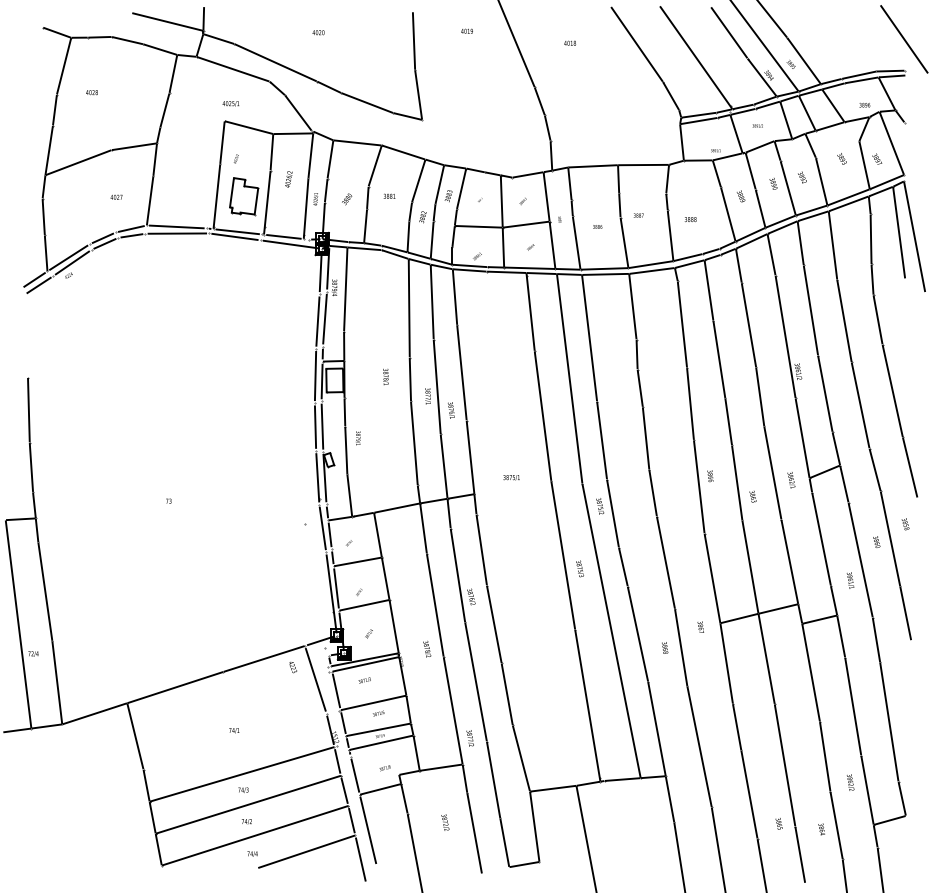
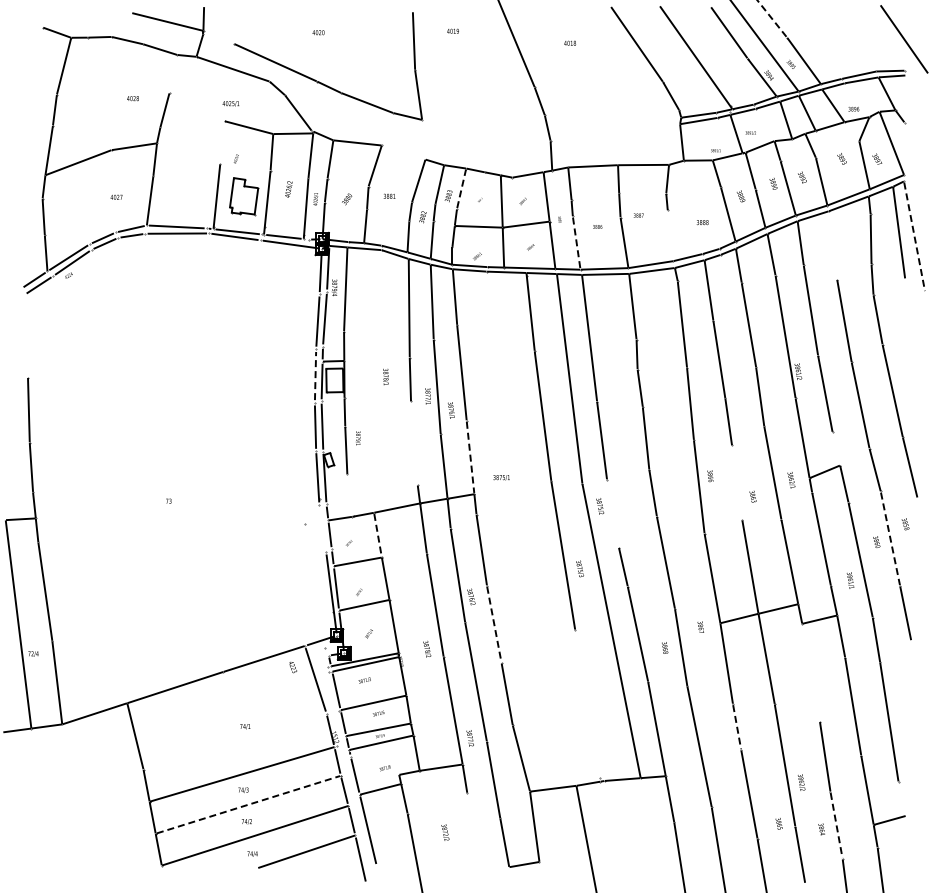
line at (771, 18): solid -> dashed
text at (466, 30) position: (466, 30) -> (452, 30)
line at (218, 38): present -> none
line at (173, 73): present -> none
text at (91, 92) position: (91, 92) -> (132, 98)
text at (864, 105) position: (864, 105) -> (853, 109)
text at (757, 125) position: (757, 125) -> (750, 132)
line at (222, 142): present -> none
line at (403, 152): present -> none
text at (288, 179) position: (288, 179) -> (288, 189)
line at (461, 188): solid -> dashed
text at (690, 219) position: (690, 219) -> (702, 222)
line at (670, 235): present -> none
line at (914, 237): solid -> dashed
line at (576, 243): solid -> dashed
line at (832, 245): present -> none
line at (315, 375): solid -> dashed
line at (414, 443): present -> none
line at (835, 448): present -> none
line at (470, 457): solid -> dashed
text at (511, 477) position: (511, 477) -> (501, 477)
line at (737, 482): present -> none
line at (349, 495): present -> none
line at (612, 513): present -> none
line at (322, 528): present -> none
line at (378, 535): solid -> dashed
line at (890, 539): solid -> dashed
line at (494, 624): solid -> dashed
line at (810, 672): present -> none
line at (587, 705): present -> none
line at (737, 727): solid -> dashed
text at (234, 730) position: (234, 730) -> (245, 726)
text at (850, 782) position: (850, 782) -> (801, 782)
line at (901, 798): present -> none
line at (248, 804): solid -> dashed
text at (445, 822) position: (445, 822) -> (445, 832)
line at (836, 826): solid -> dashed
line at (474, 833): present -> none
